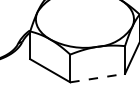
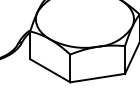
line at (97, 78): dashed -> solid
